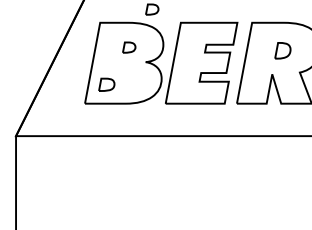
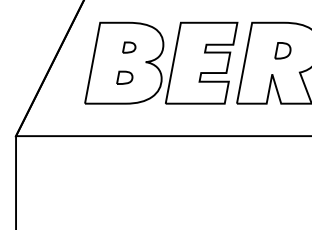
part at (152, 9): present -> none
part at (106, 84) position: (106, 84) -> (124, 77)
